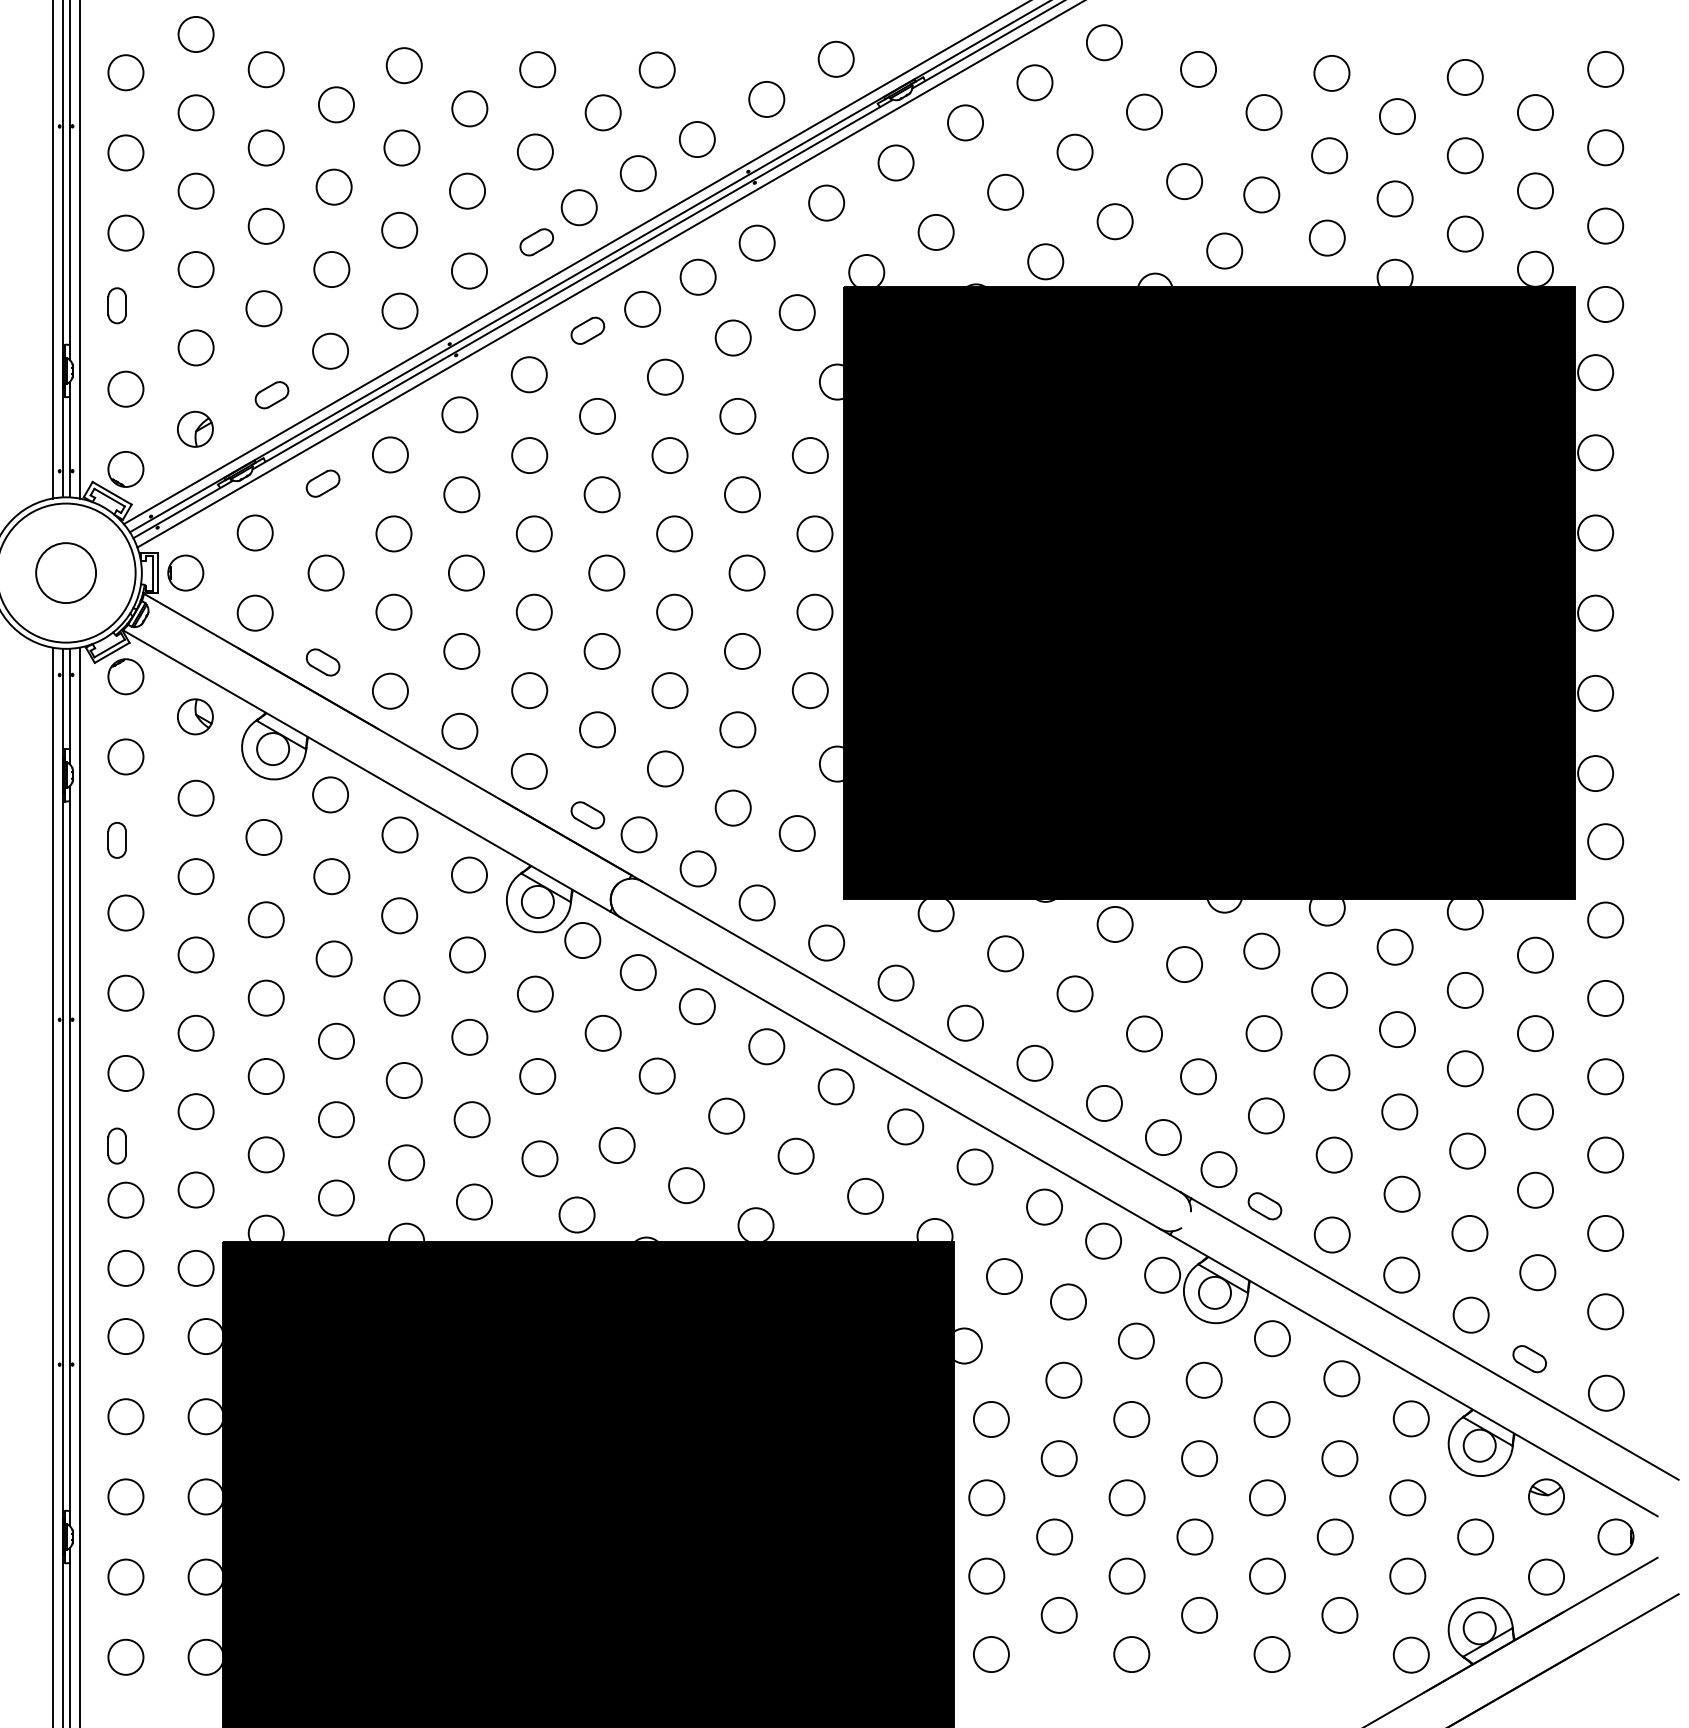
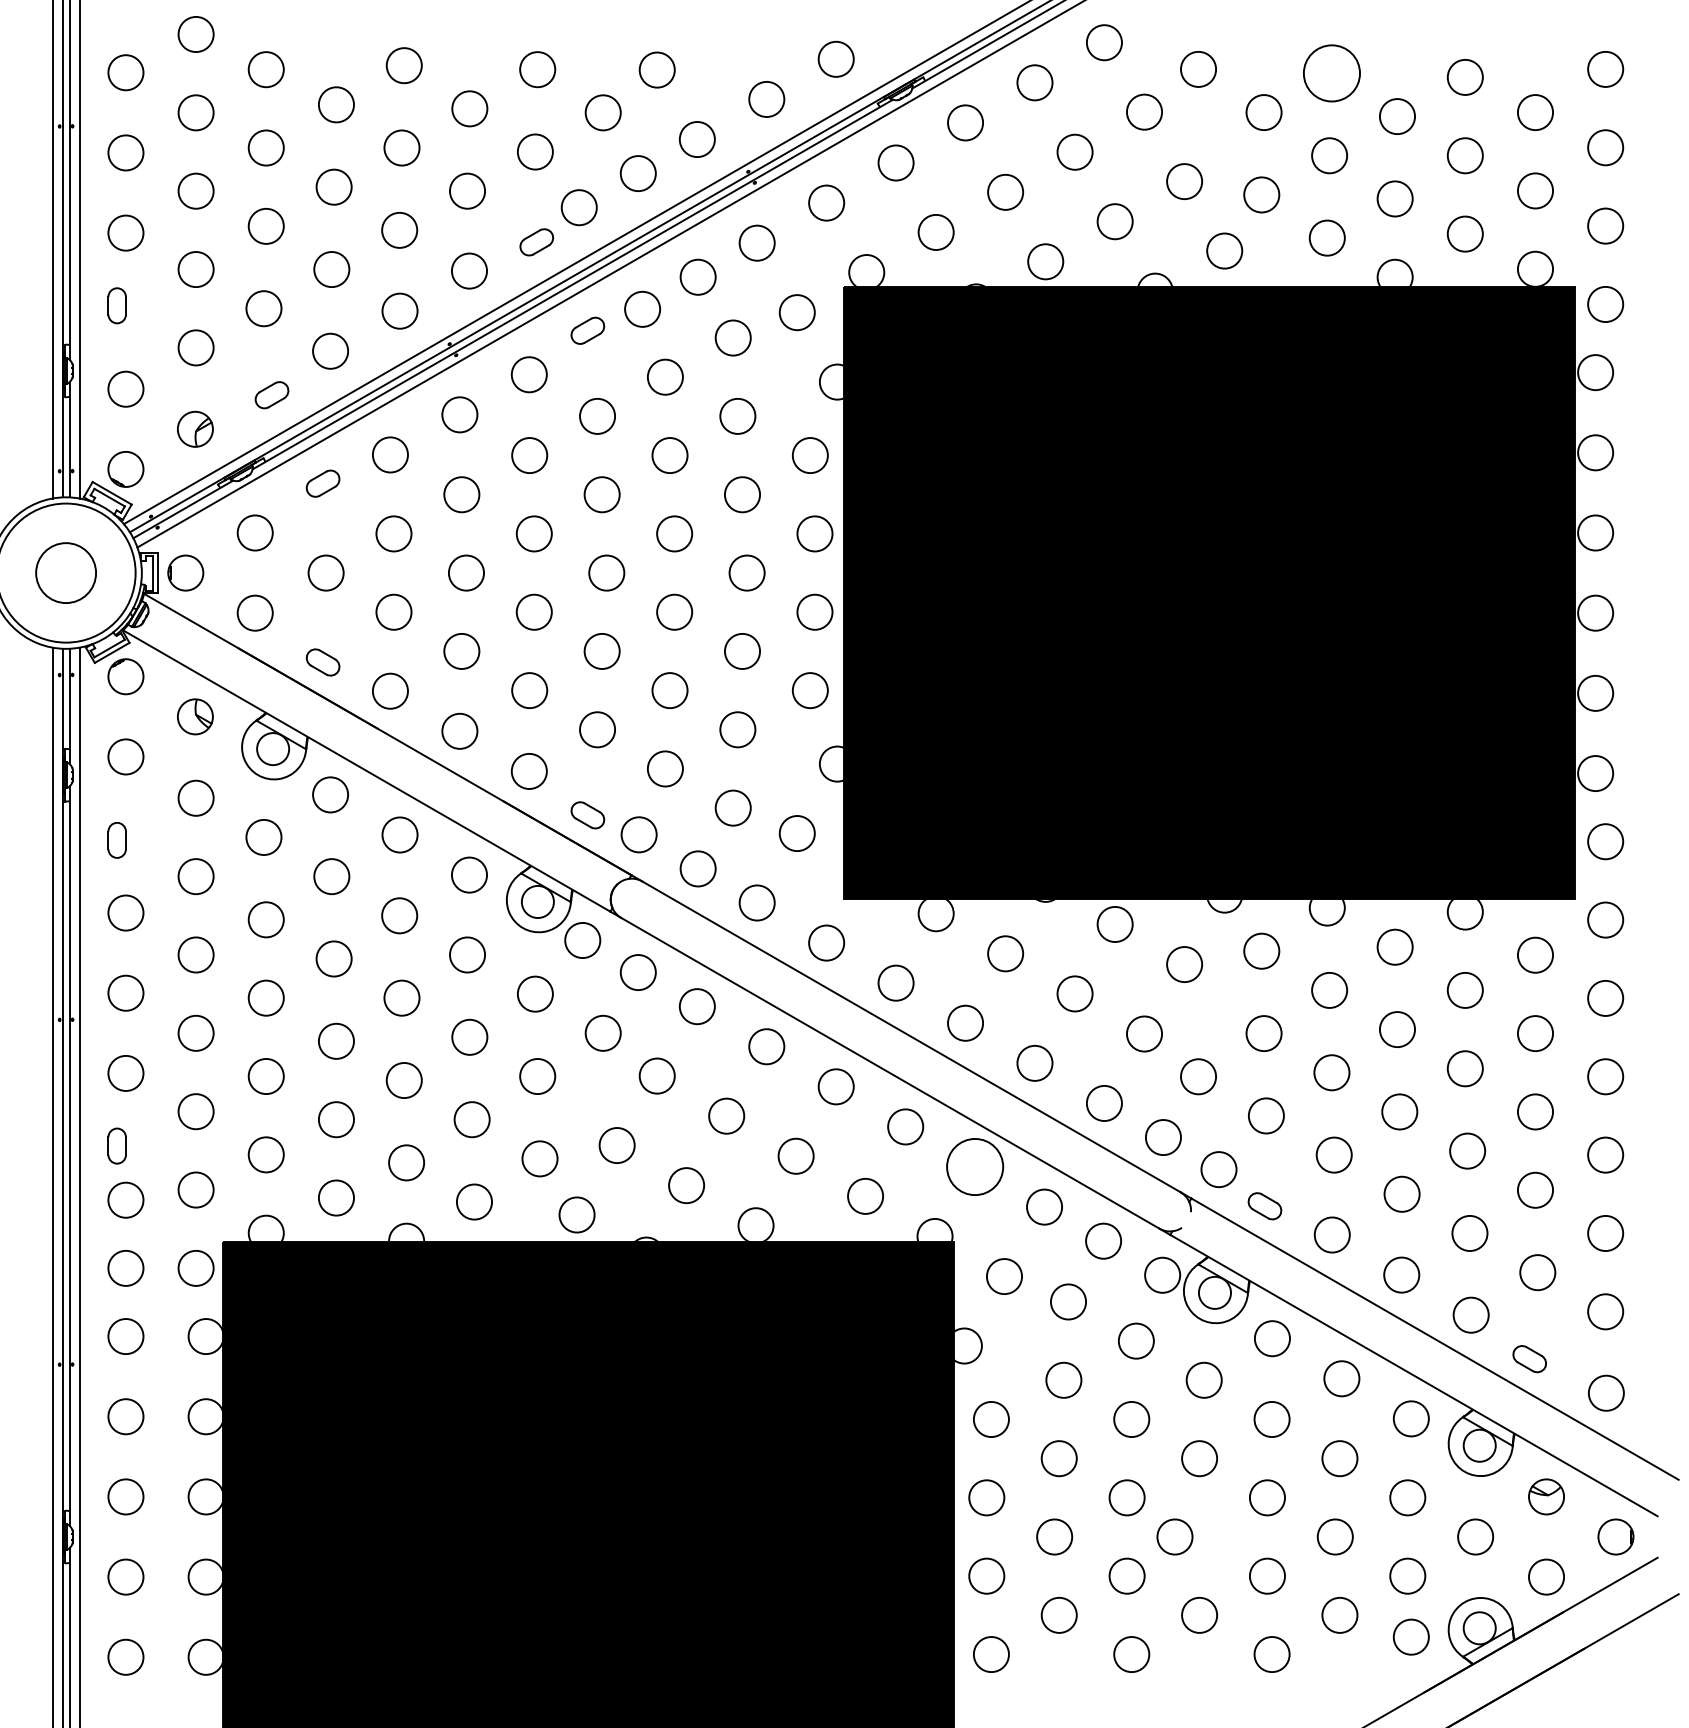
circle at (1331, 72) diameter: 35 px -> 56 px
circle at (974, 1166) diameter: 35 px -> 56 px
circle at (1194, 1536) position: (1194, 1536) -> (1174, 1536)
circle at (1410, 1654) position: (1410, 1654) -> (1410, 1636)
